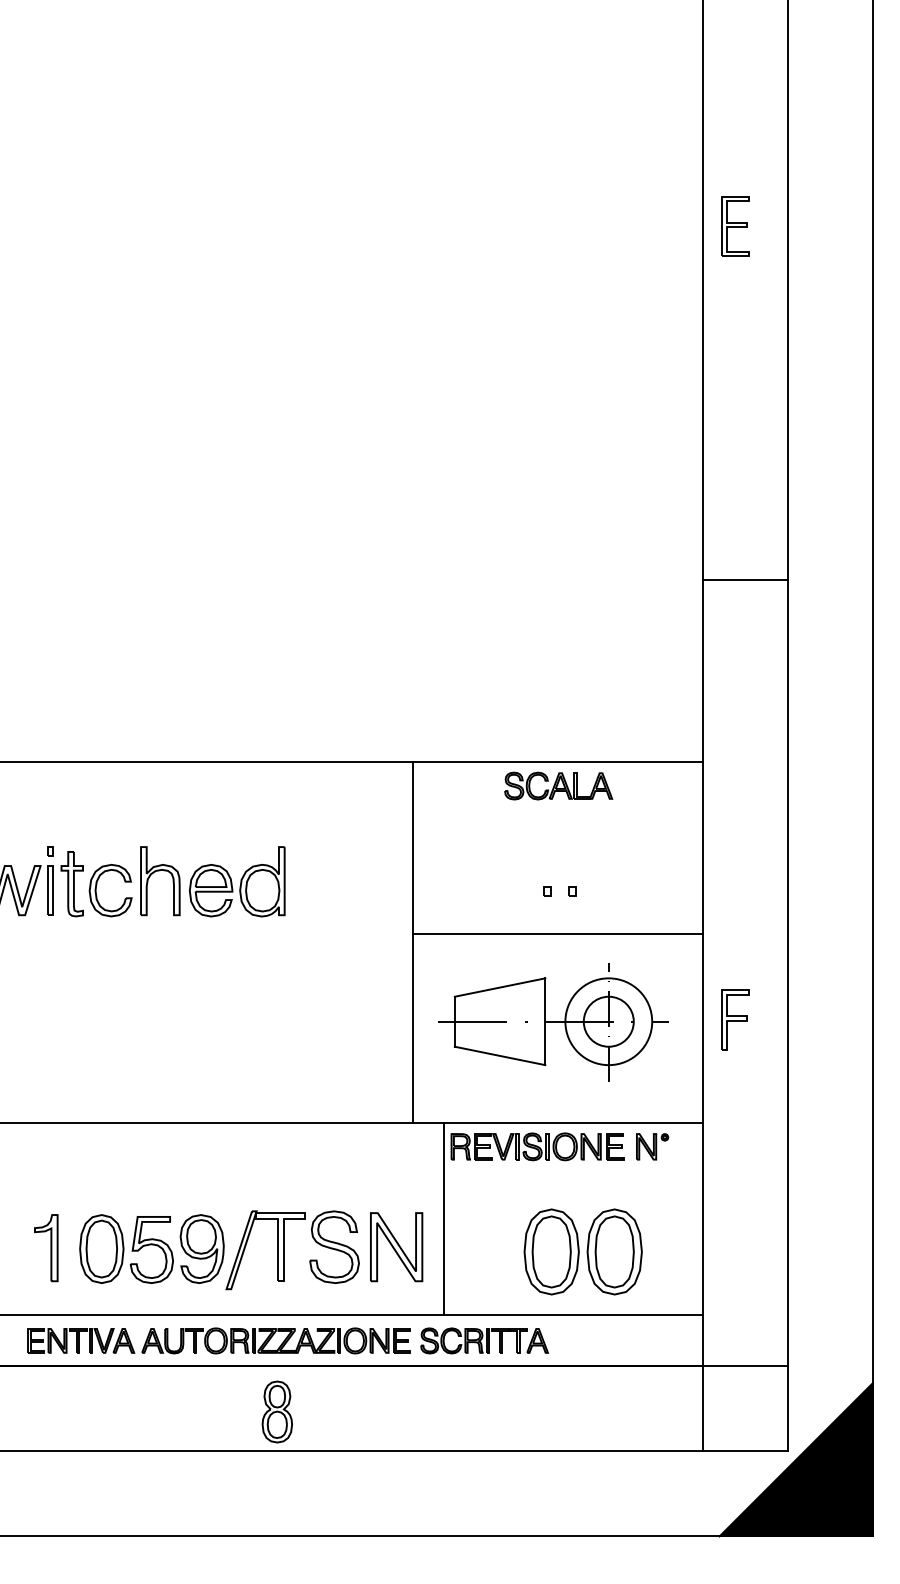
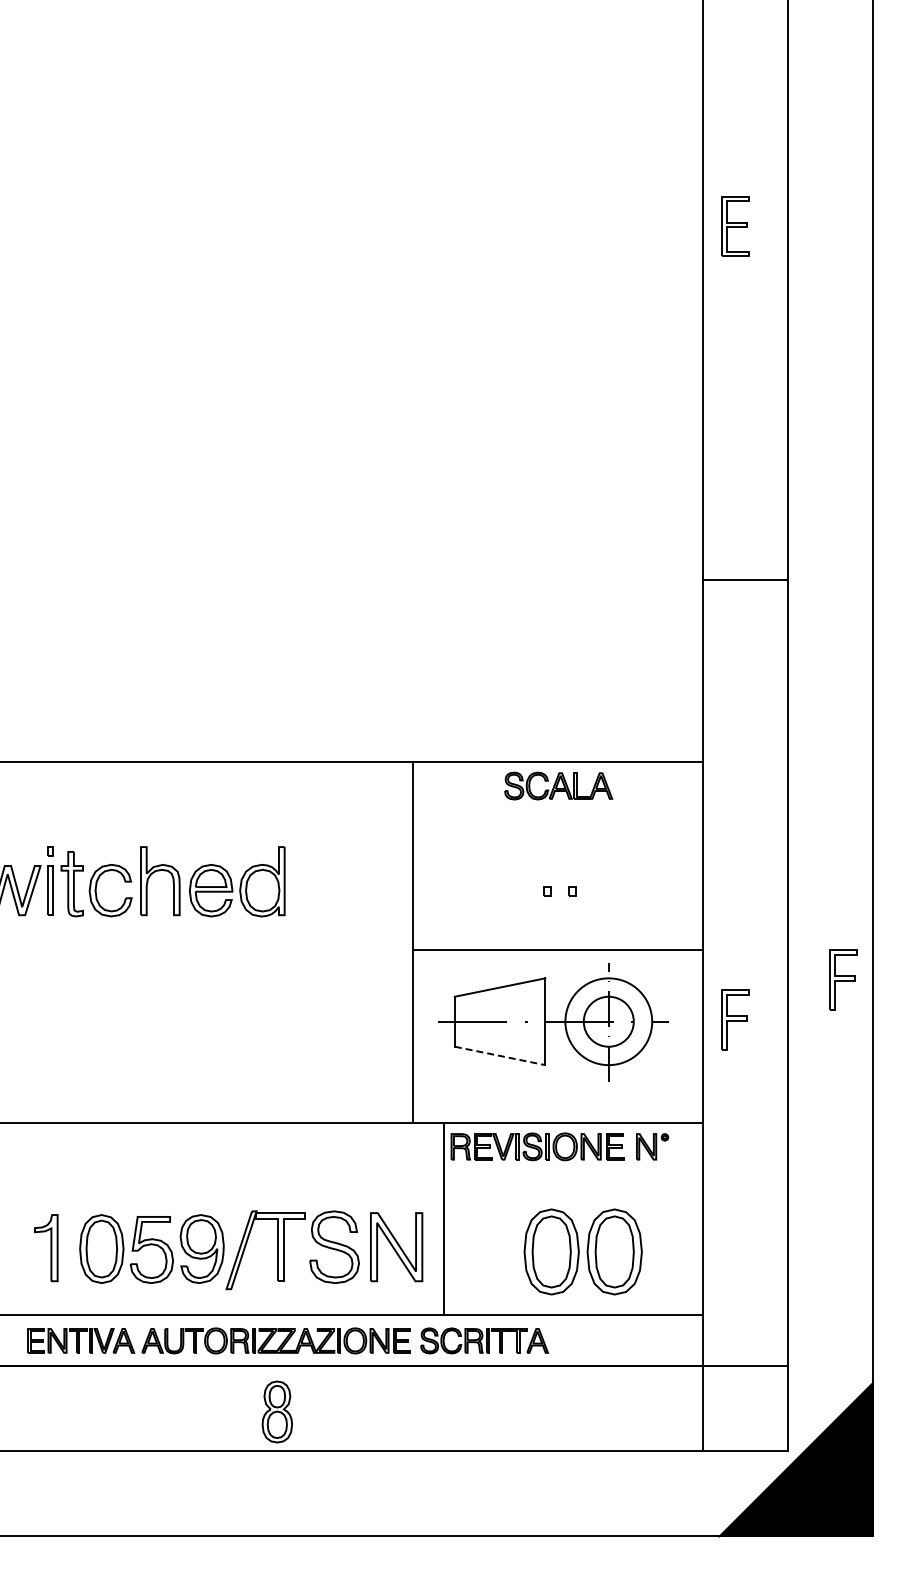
line at (557, 933) position: (557, 933) -> (557, 949)
part at (843, 979): none -> present
line at (500, 1056): solid -> dashed
